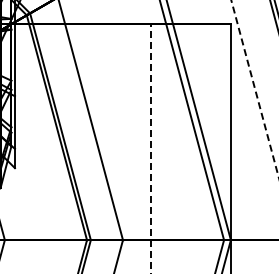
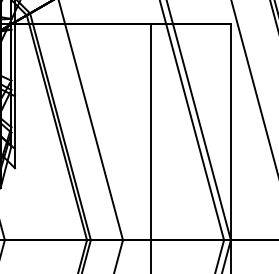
line at (255, 89): dashed -> solid
line at (151, 148): dashed -> solid
